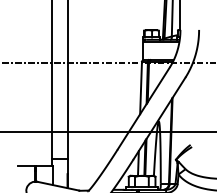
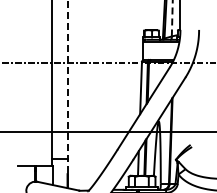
line at (172, 17): solid -> dashed
line at (67, 87): solid -> dashed
